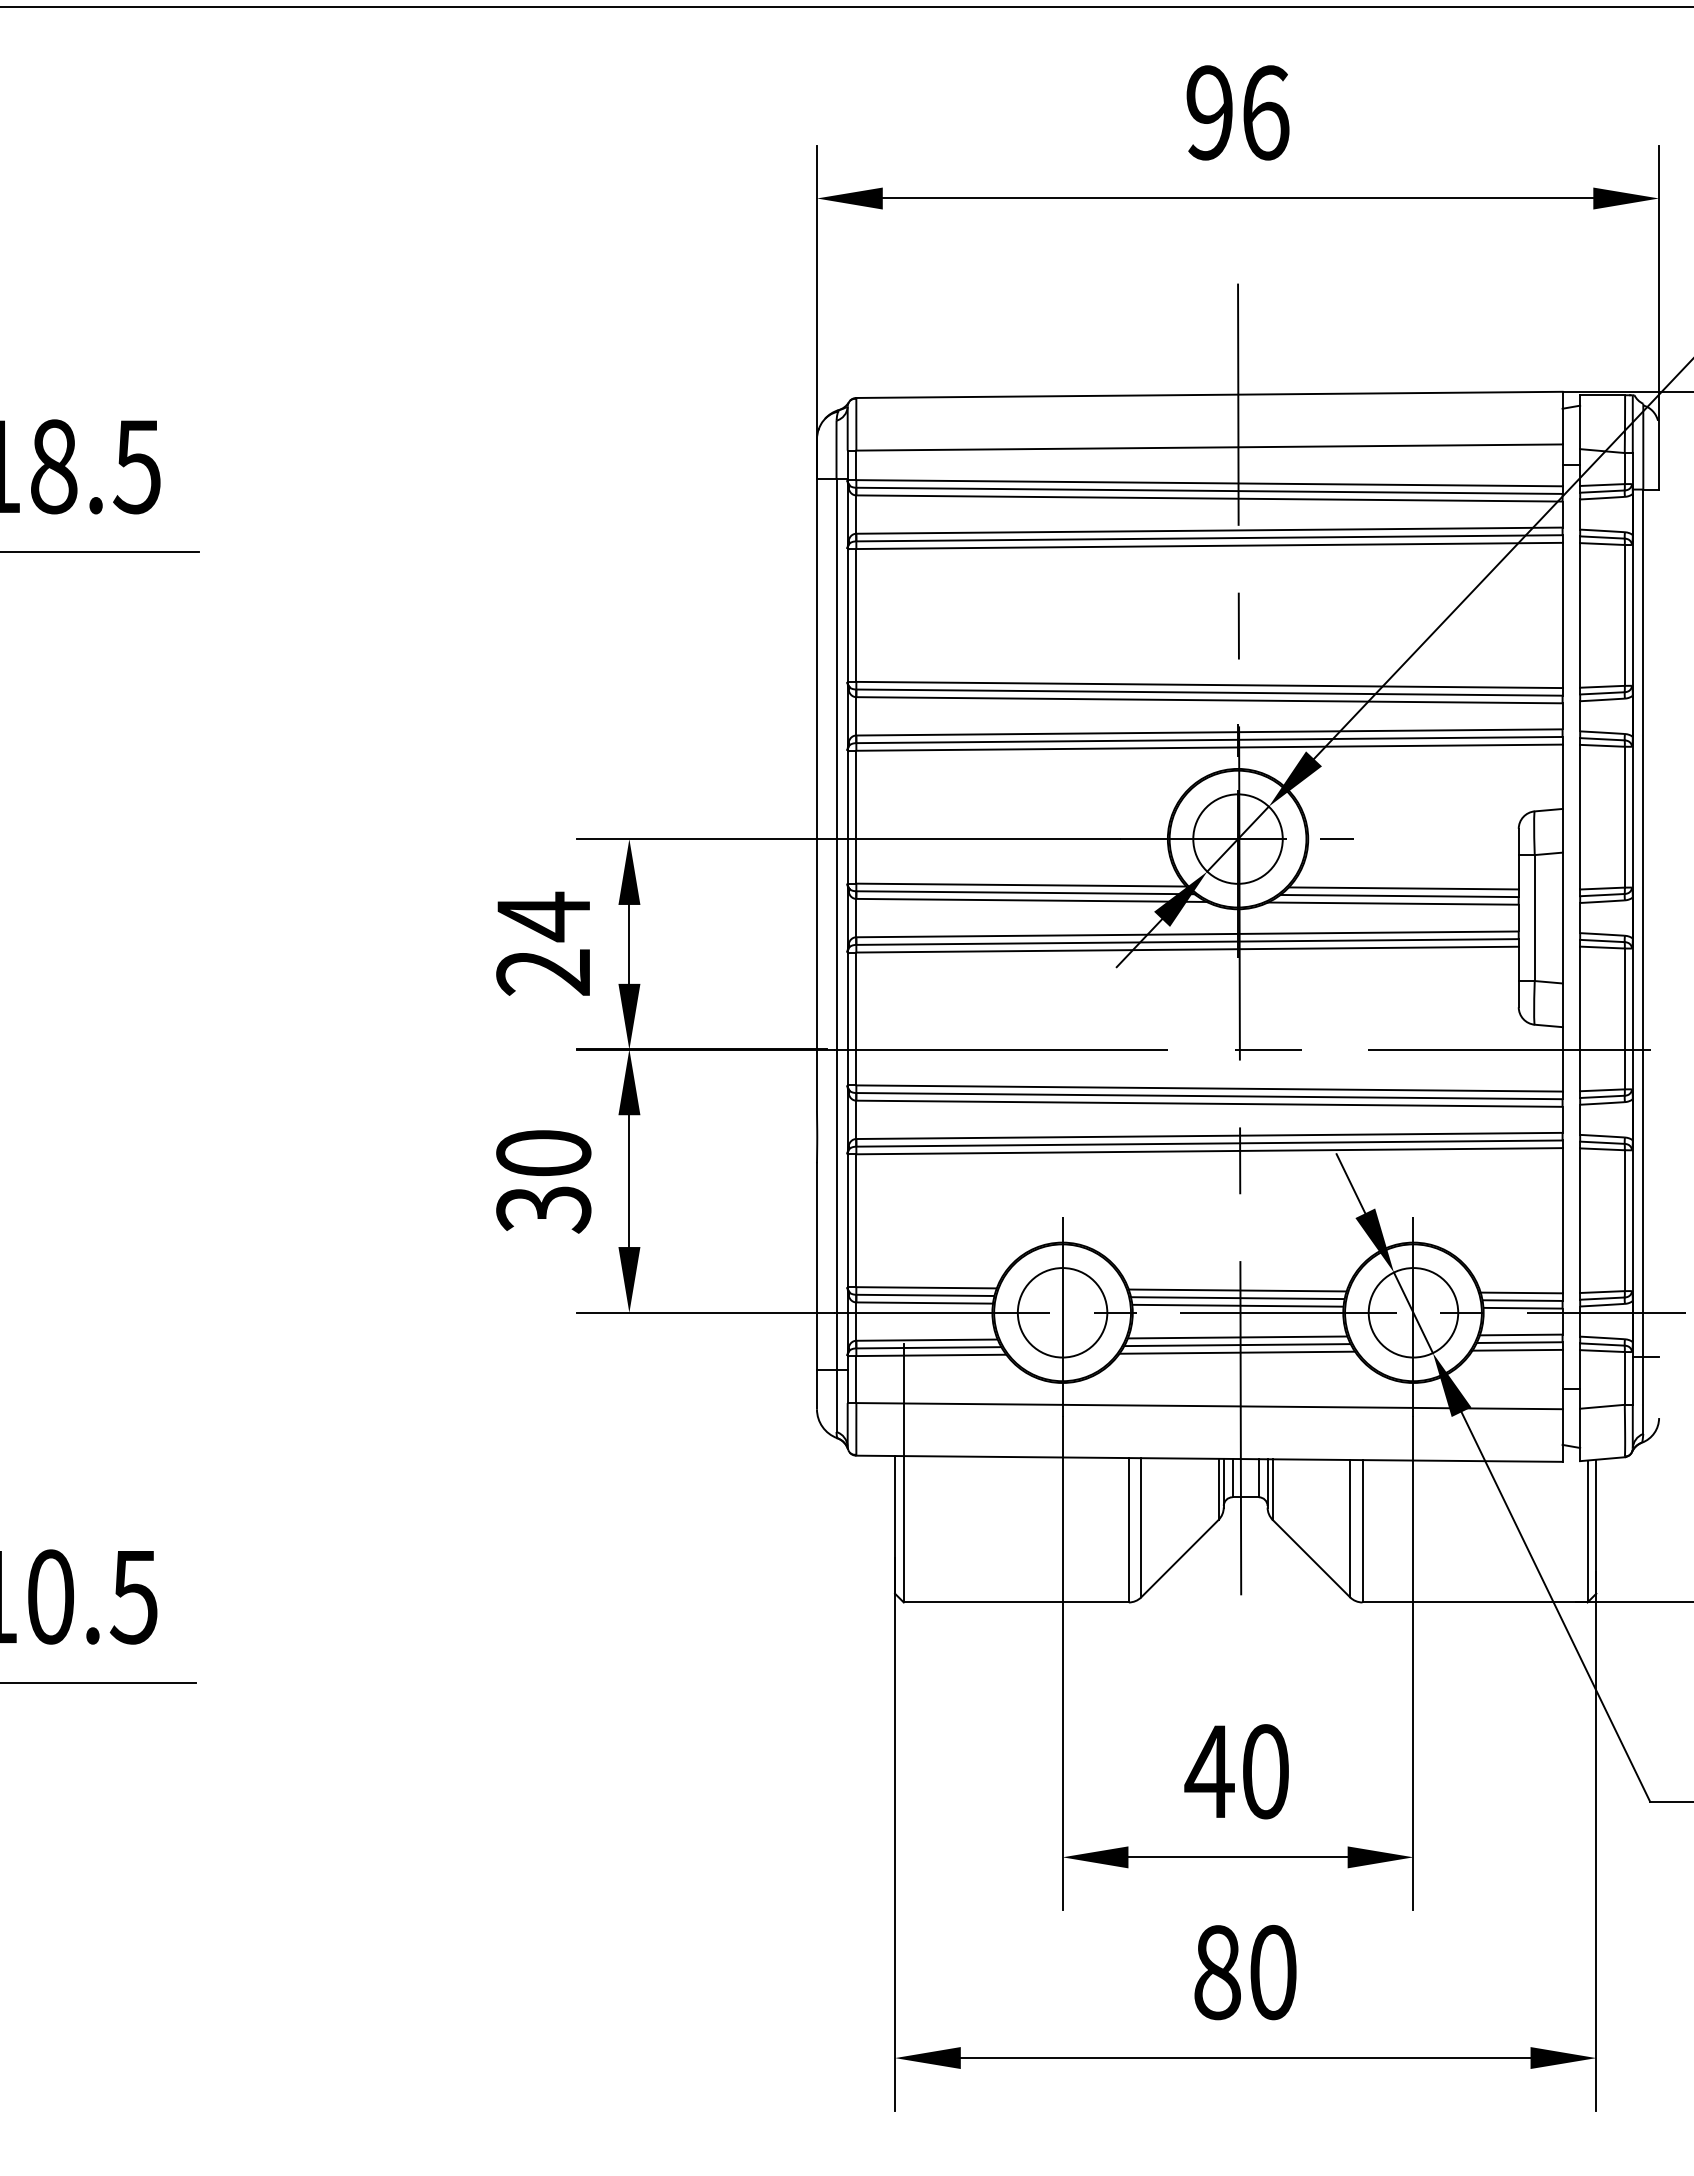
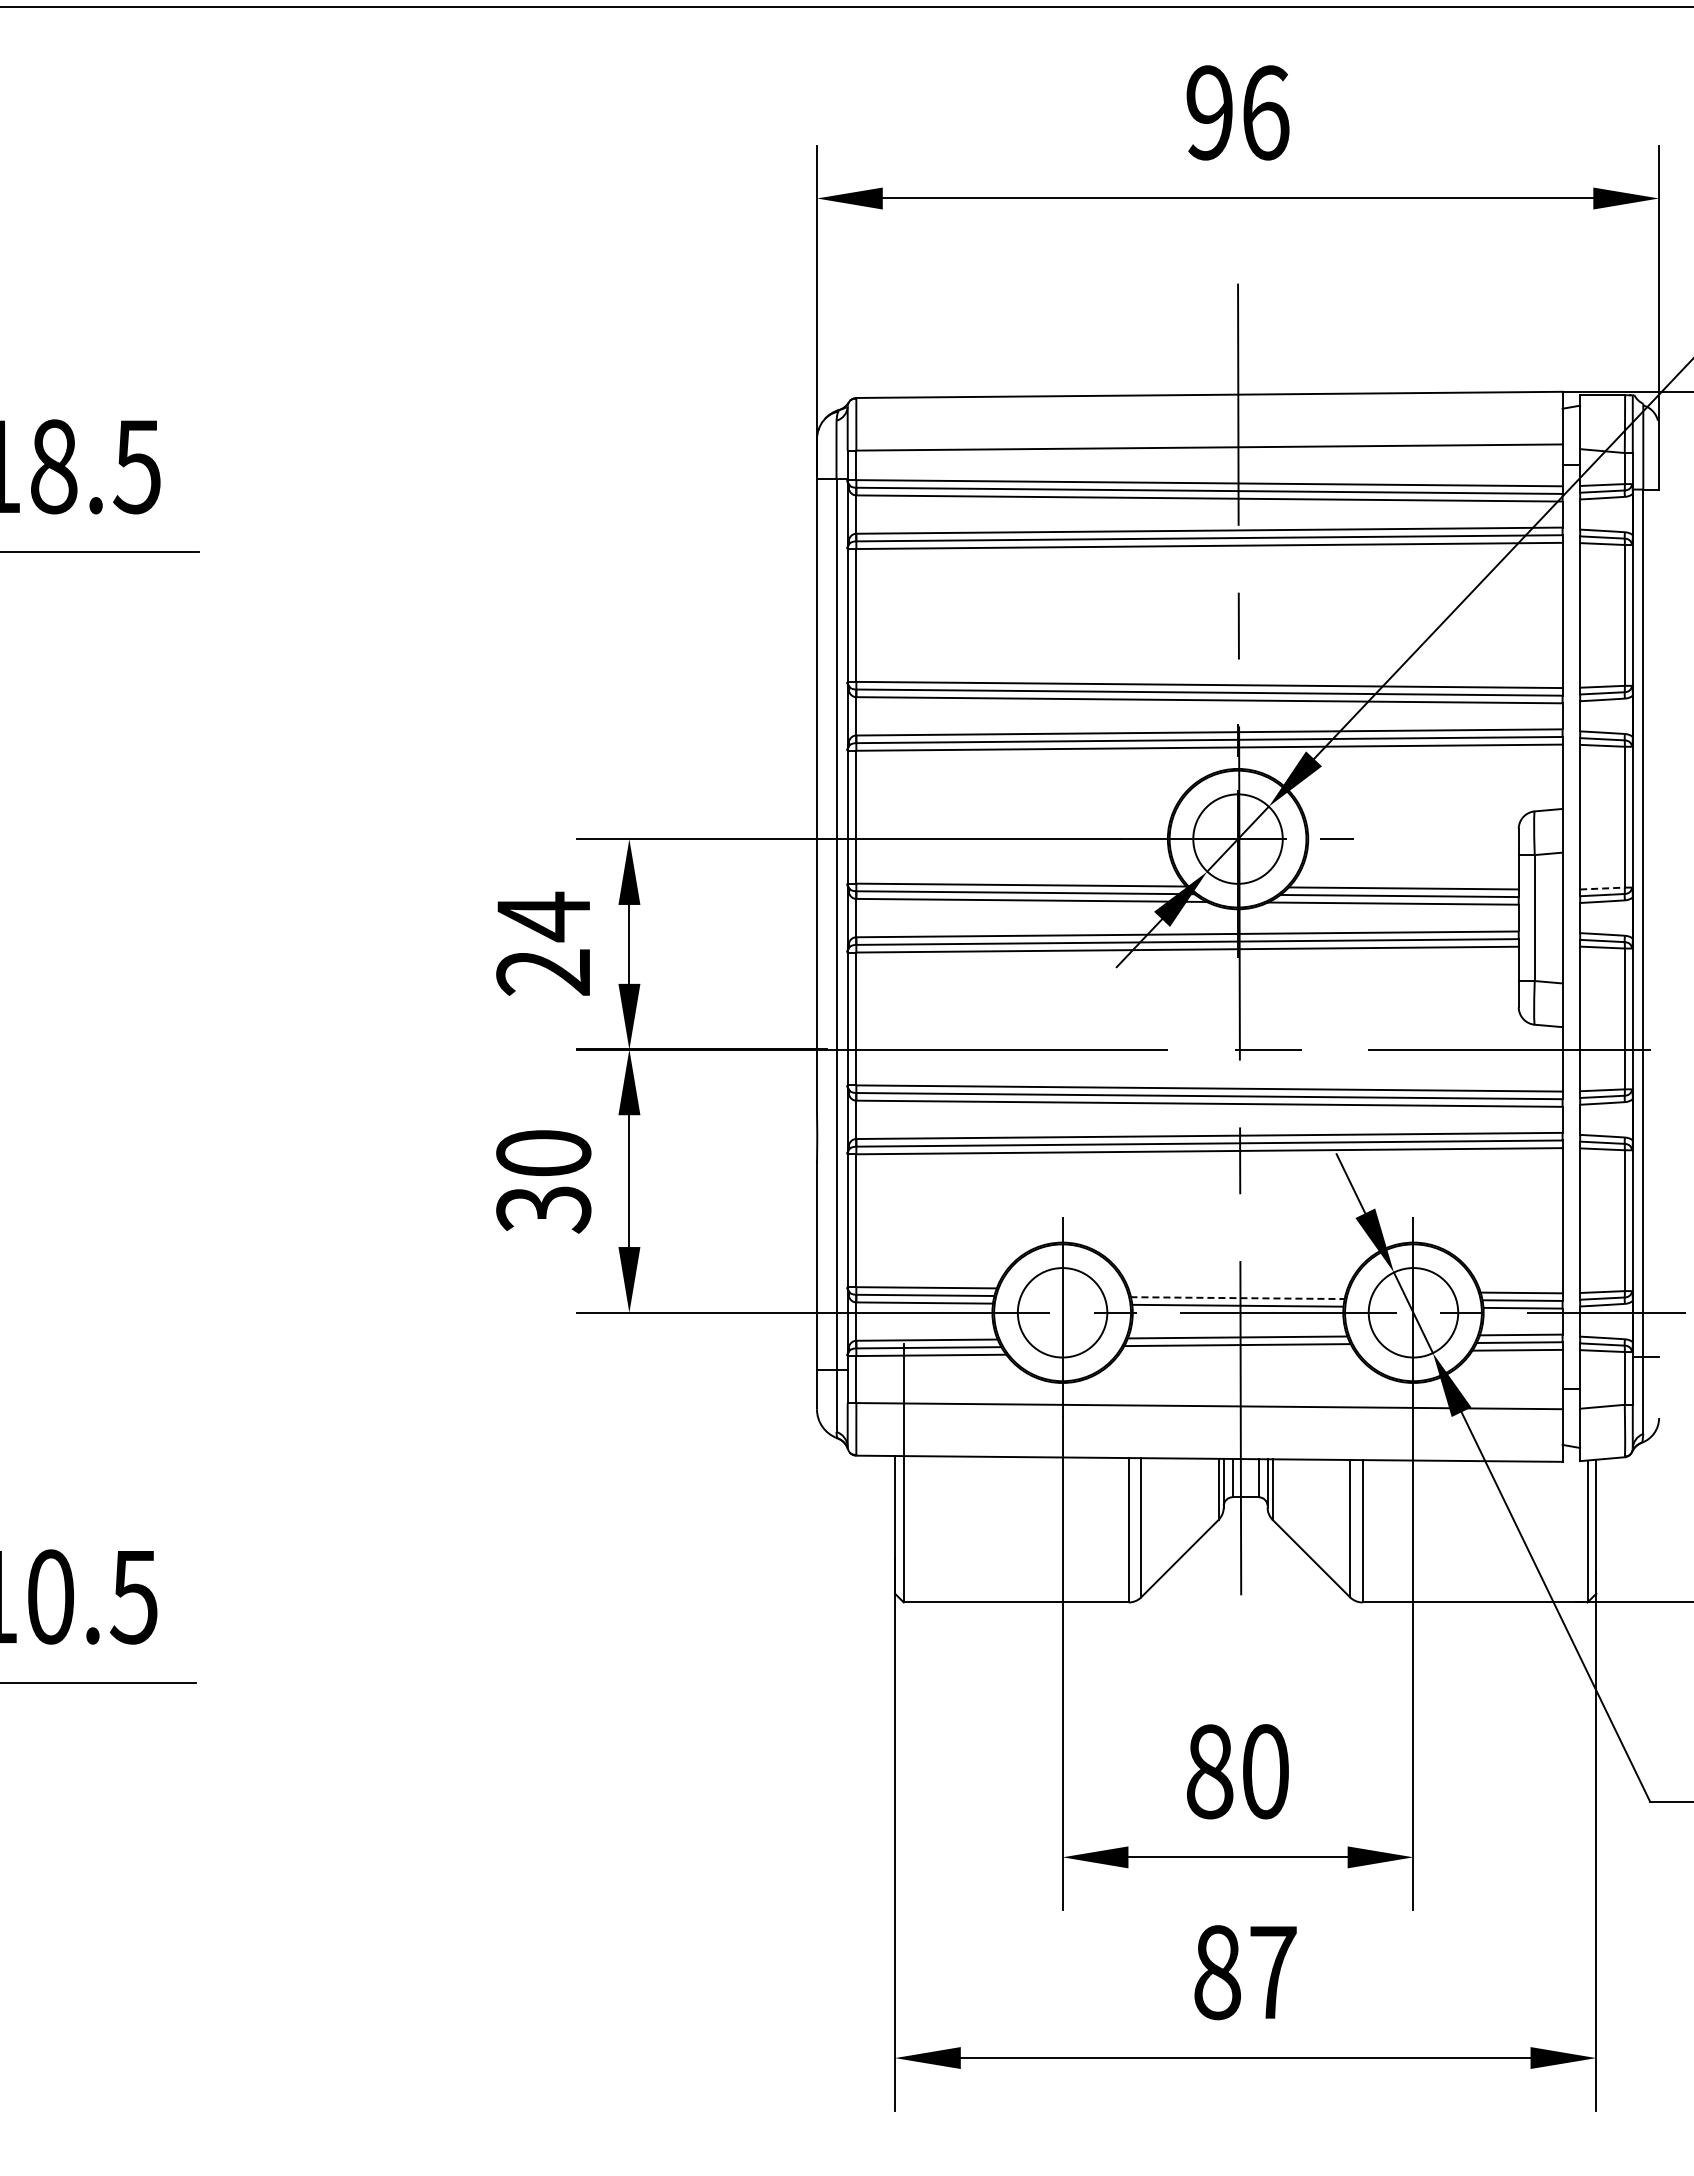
line at (1602, 888): solid -> dashed
line at (1237, 1290): present -> none
line at (1238, 1298): solid -> dashed
line at (1237, 1352): present -> none
text at (1209, 1771): 40 -> 80
text at (1273, 1972): 80 -> 87
